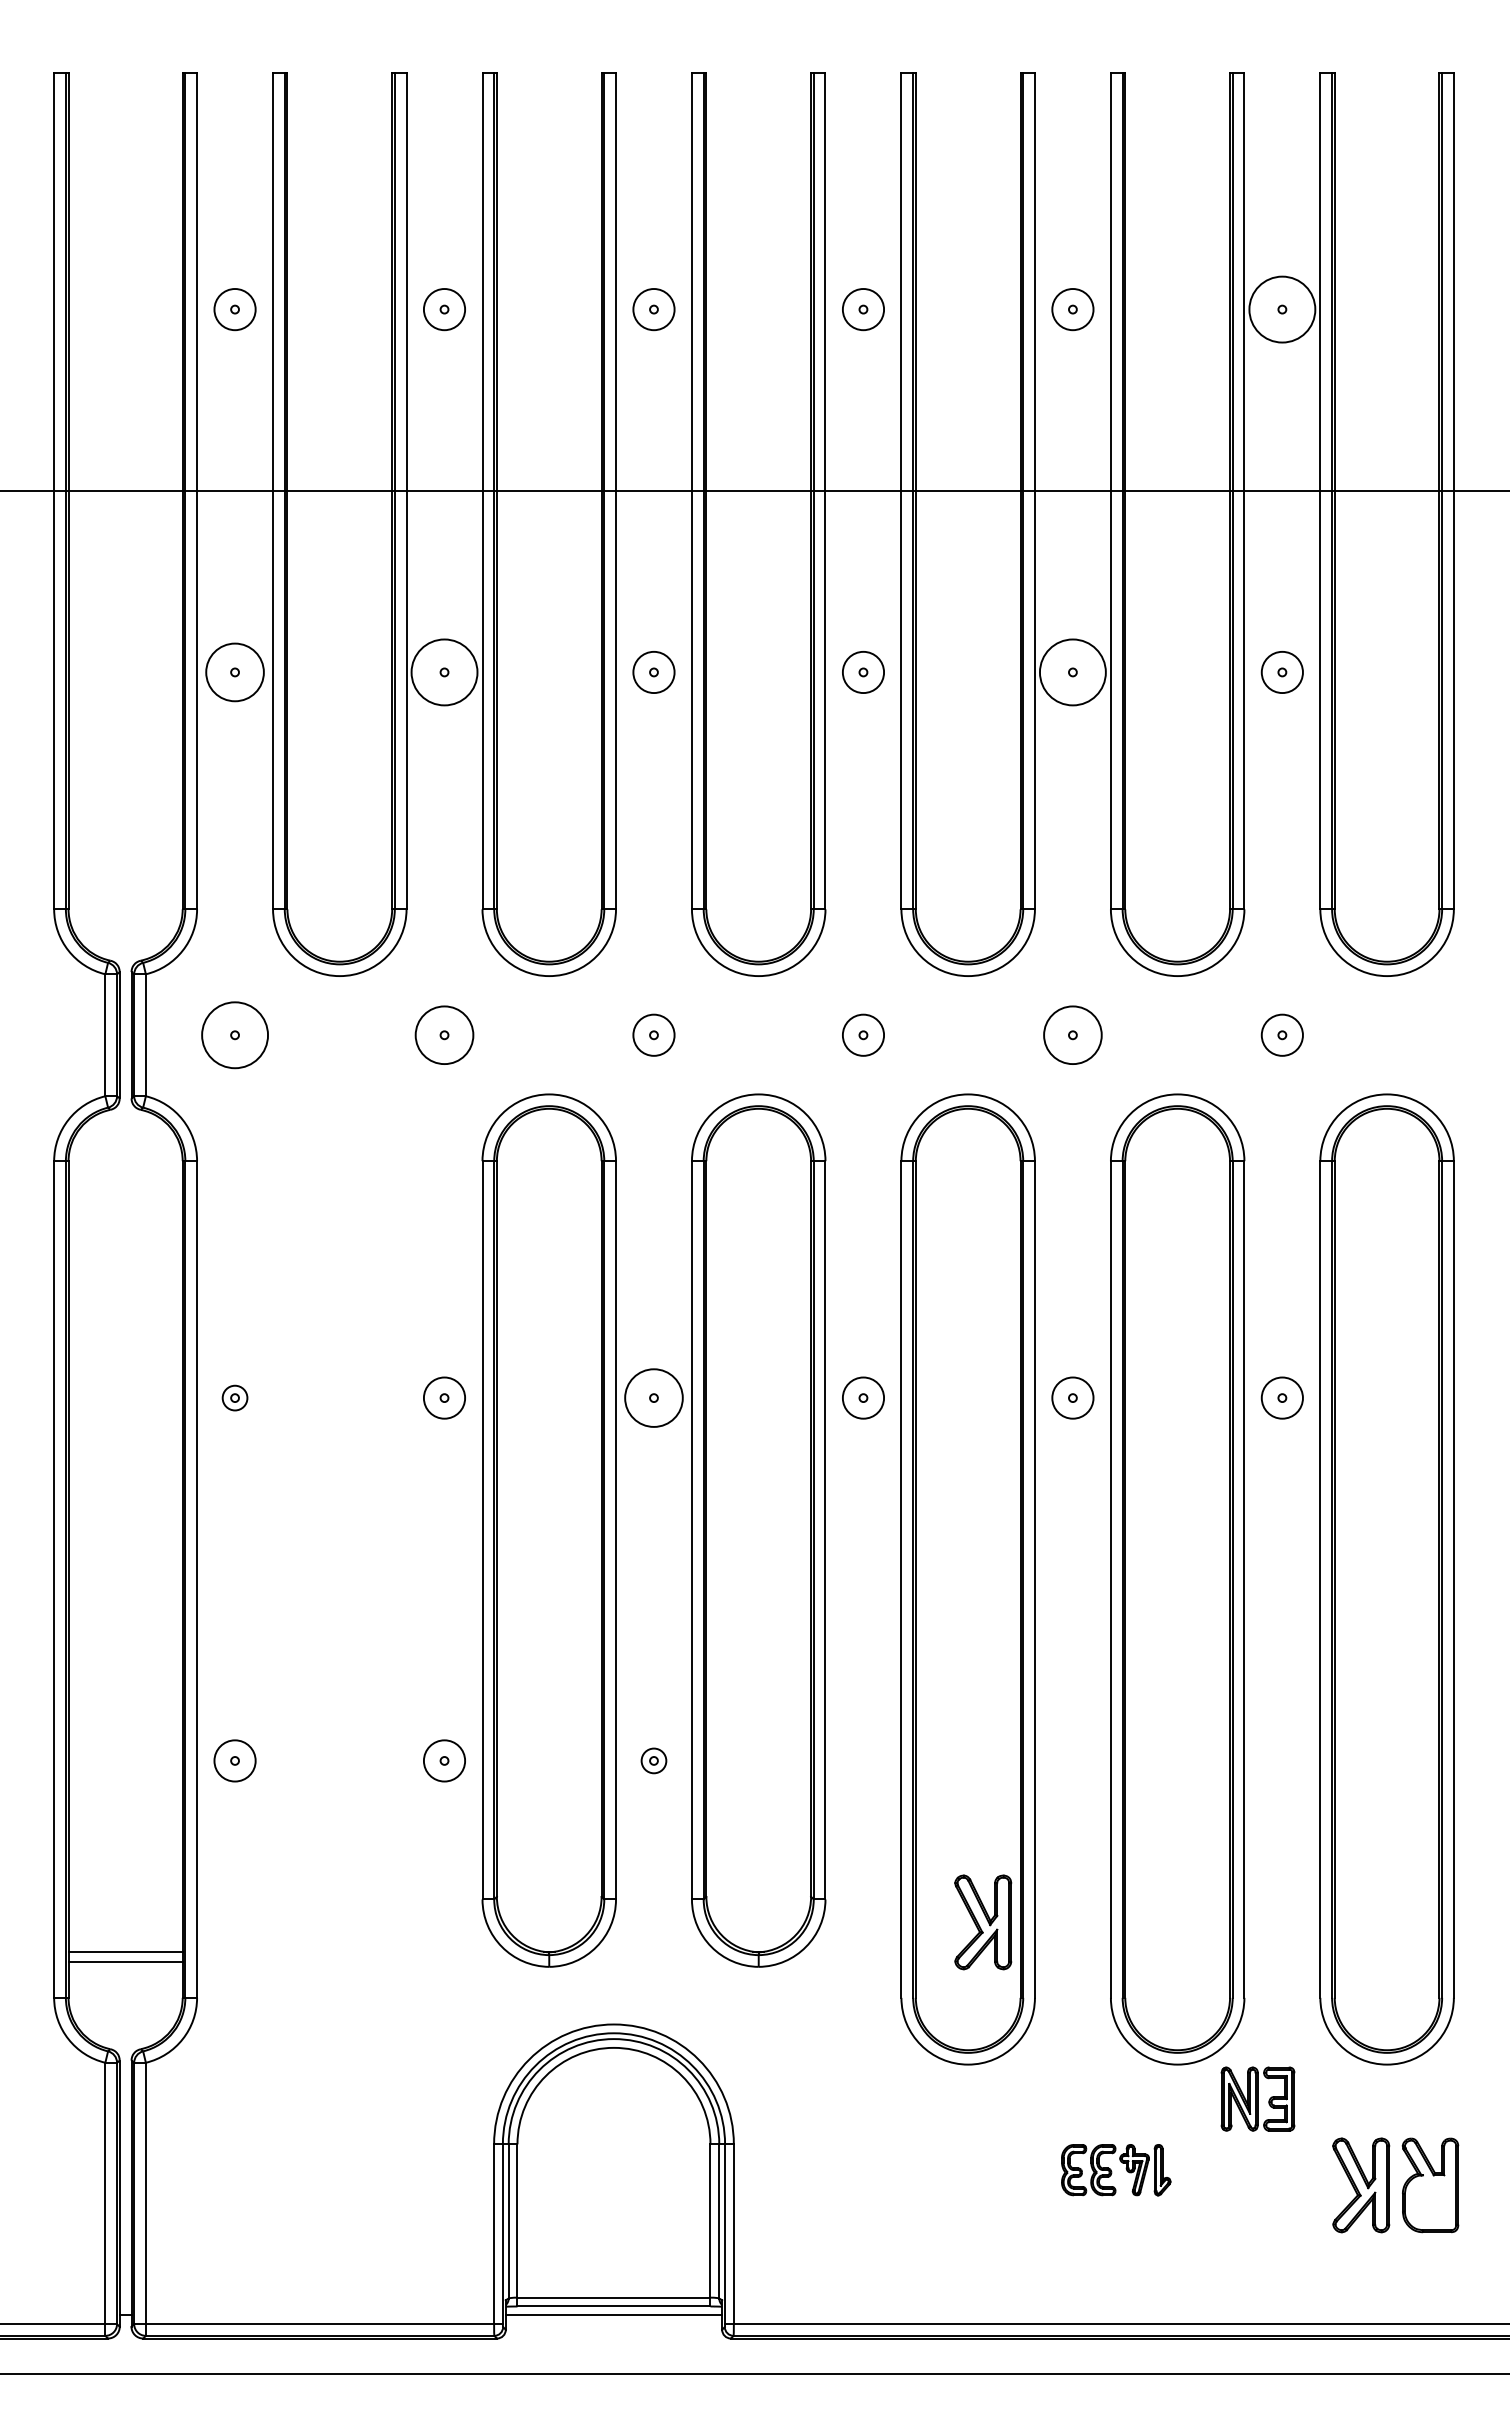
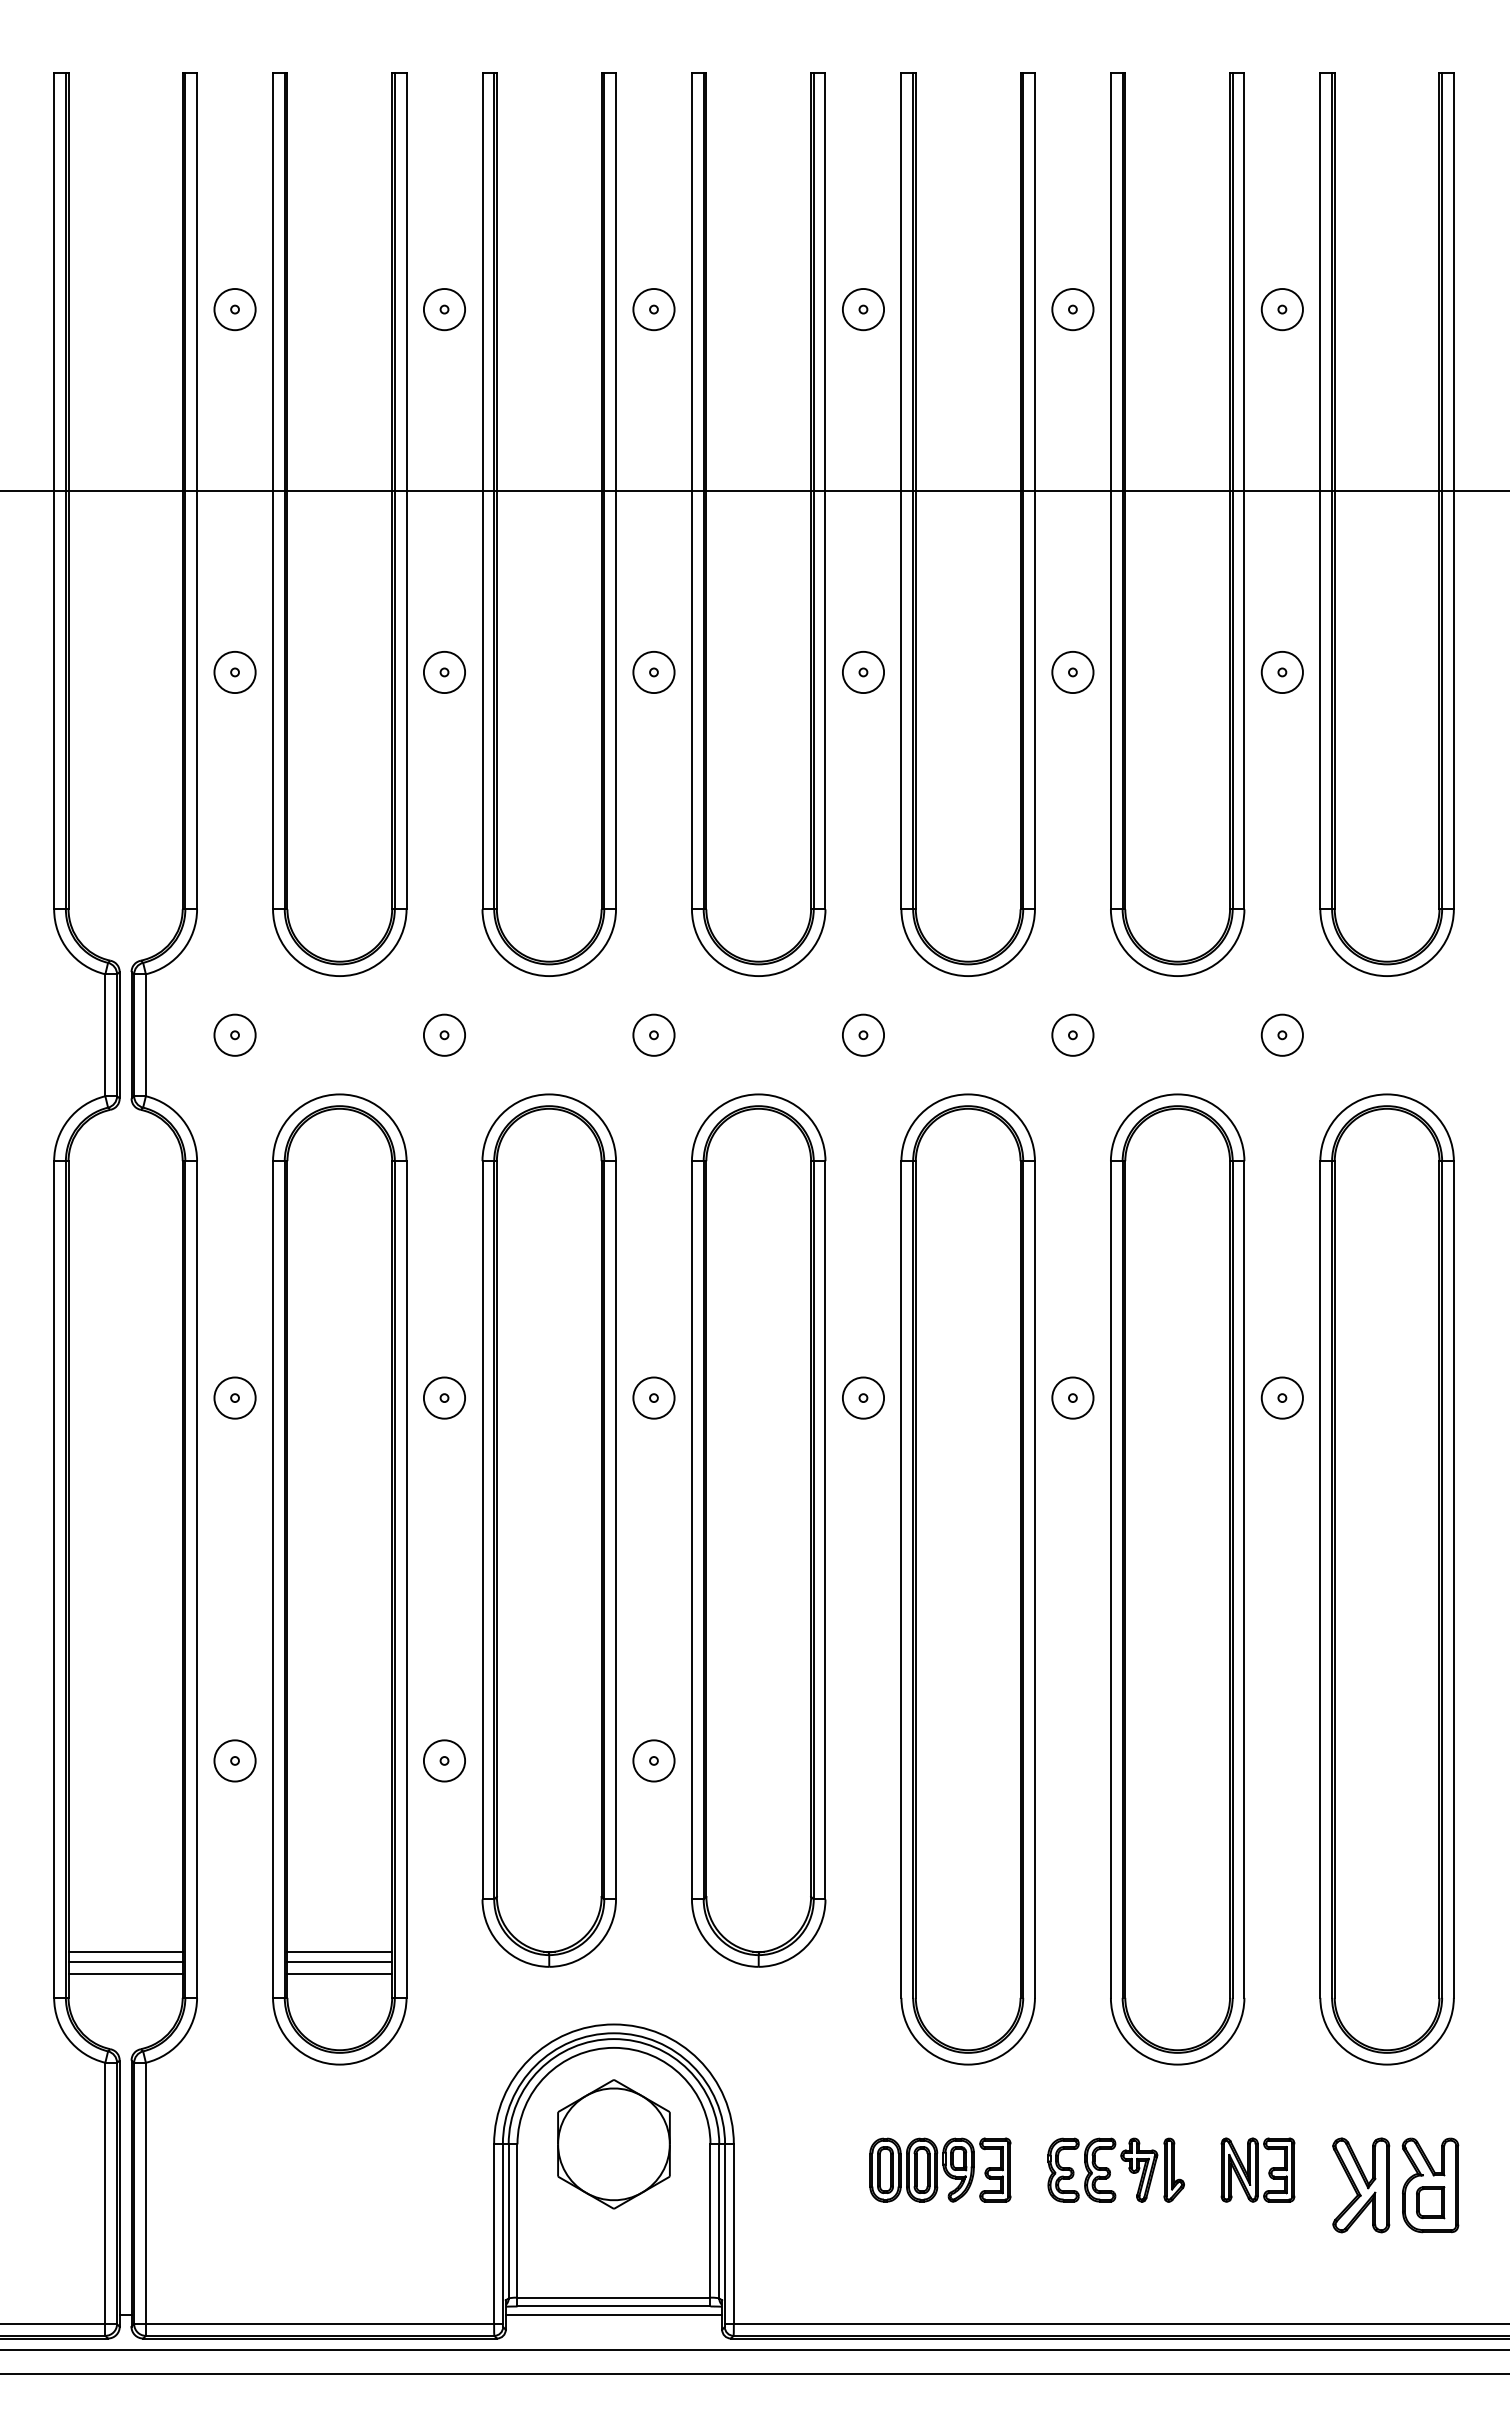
circle at (1282, 309) diameter: 66 px -> 41 px
circle at (234, 672) diameter: 58 px -> 41 px
circle at (444, 672) diameter: 66 px -> 41 px
circle at (1072, 672) diameter: 66 px -> 41 px
circle at (235, 1035) diameter: 66 px -> 41 px
circle at (444, 1035) diameter: 58 px -> 41 px
circle at (1072, 1035) diameter: 58 px -> 41 px
circle at (234, 1397) diameter: 25 px -> 41 px
circle at (653, 1397) diameter: 58 px -> 41 px
part at (339, 1579): none -> present
circle at (653, 1760) diameter: 25 px -> 41 px
part at (983, 1922): present -> none
line at (125, 1973): none -> present
part at (1257, 2098) position: (1257, 2098) -> (1257, 2169)
part at (613, 2144): none -> present
part at (940, 2169): none -> present
part at (1116, 2170) size: 111x53 px -> 138x66 px
part at (1430, 2202): none -> present
line at (754, 2350): none -> present
